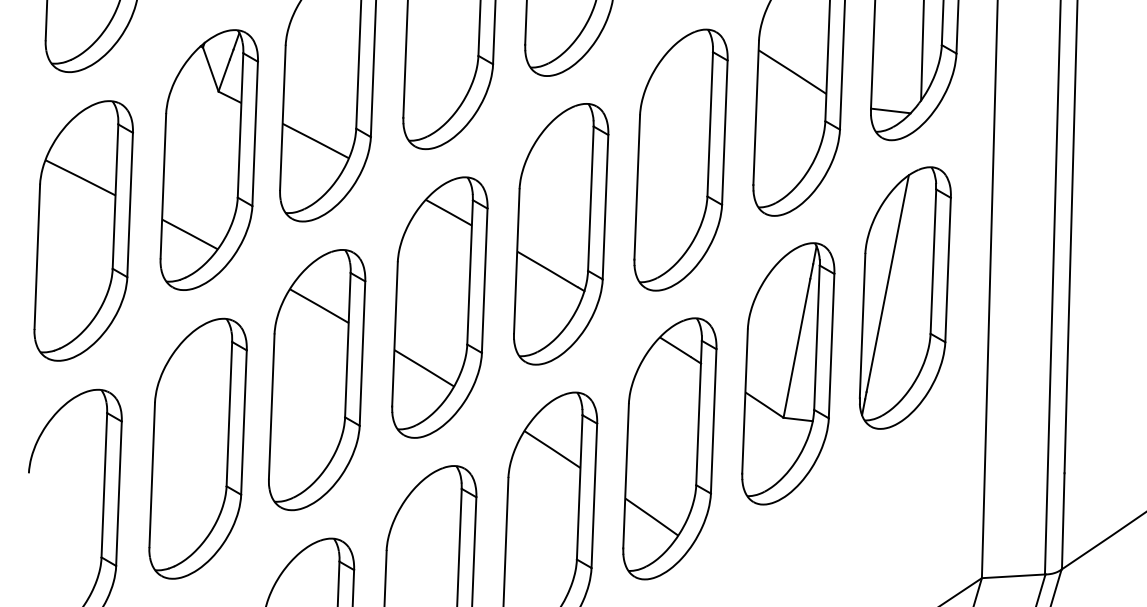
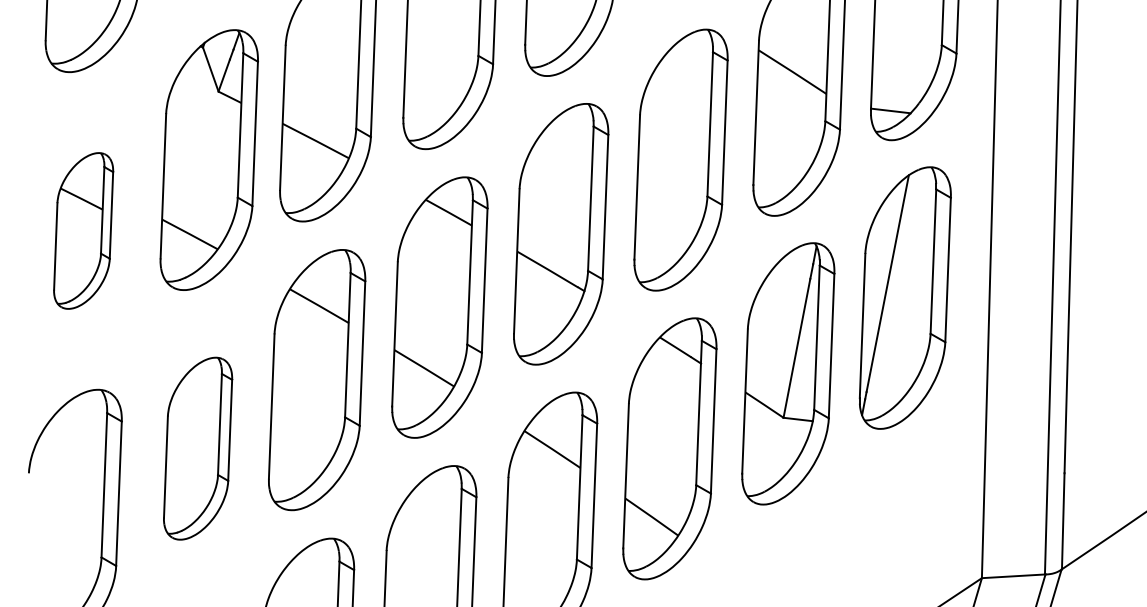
line at (922, 51): present -> none
part at (83, 230) size: 101x262 px -> 62x158 px
part at (197, 448) size: 100x263 px -> 71x185 px
